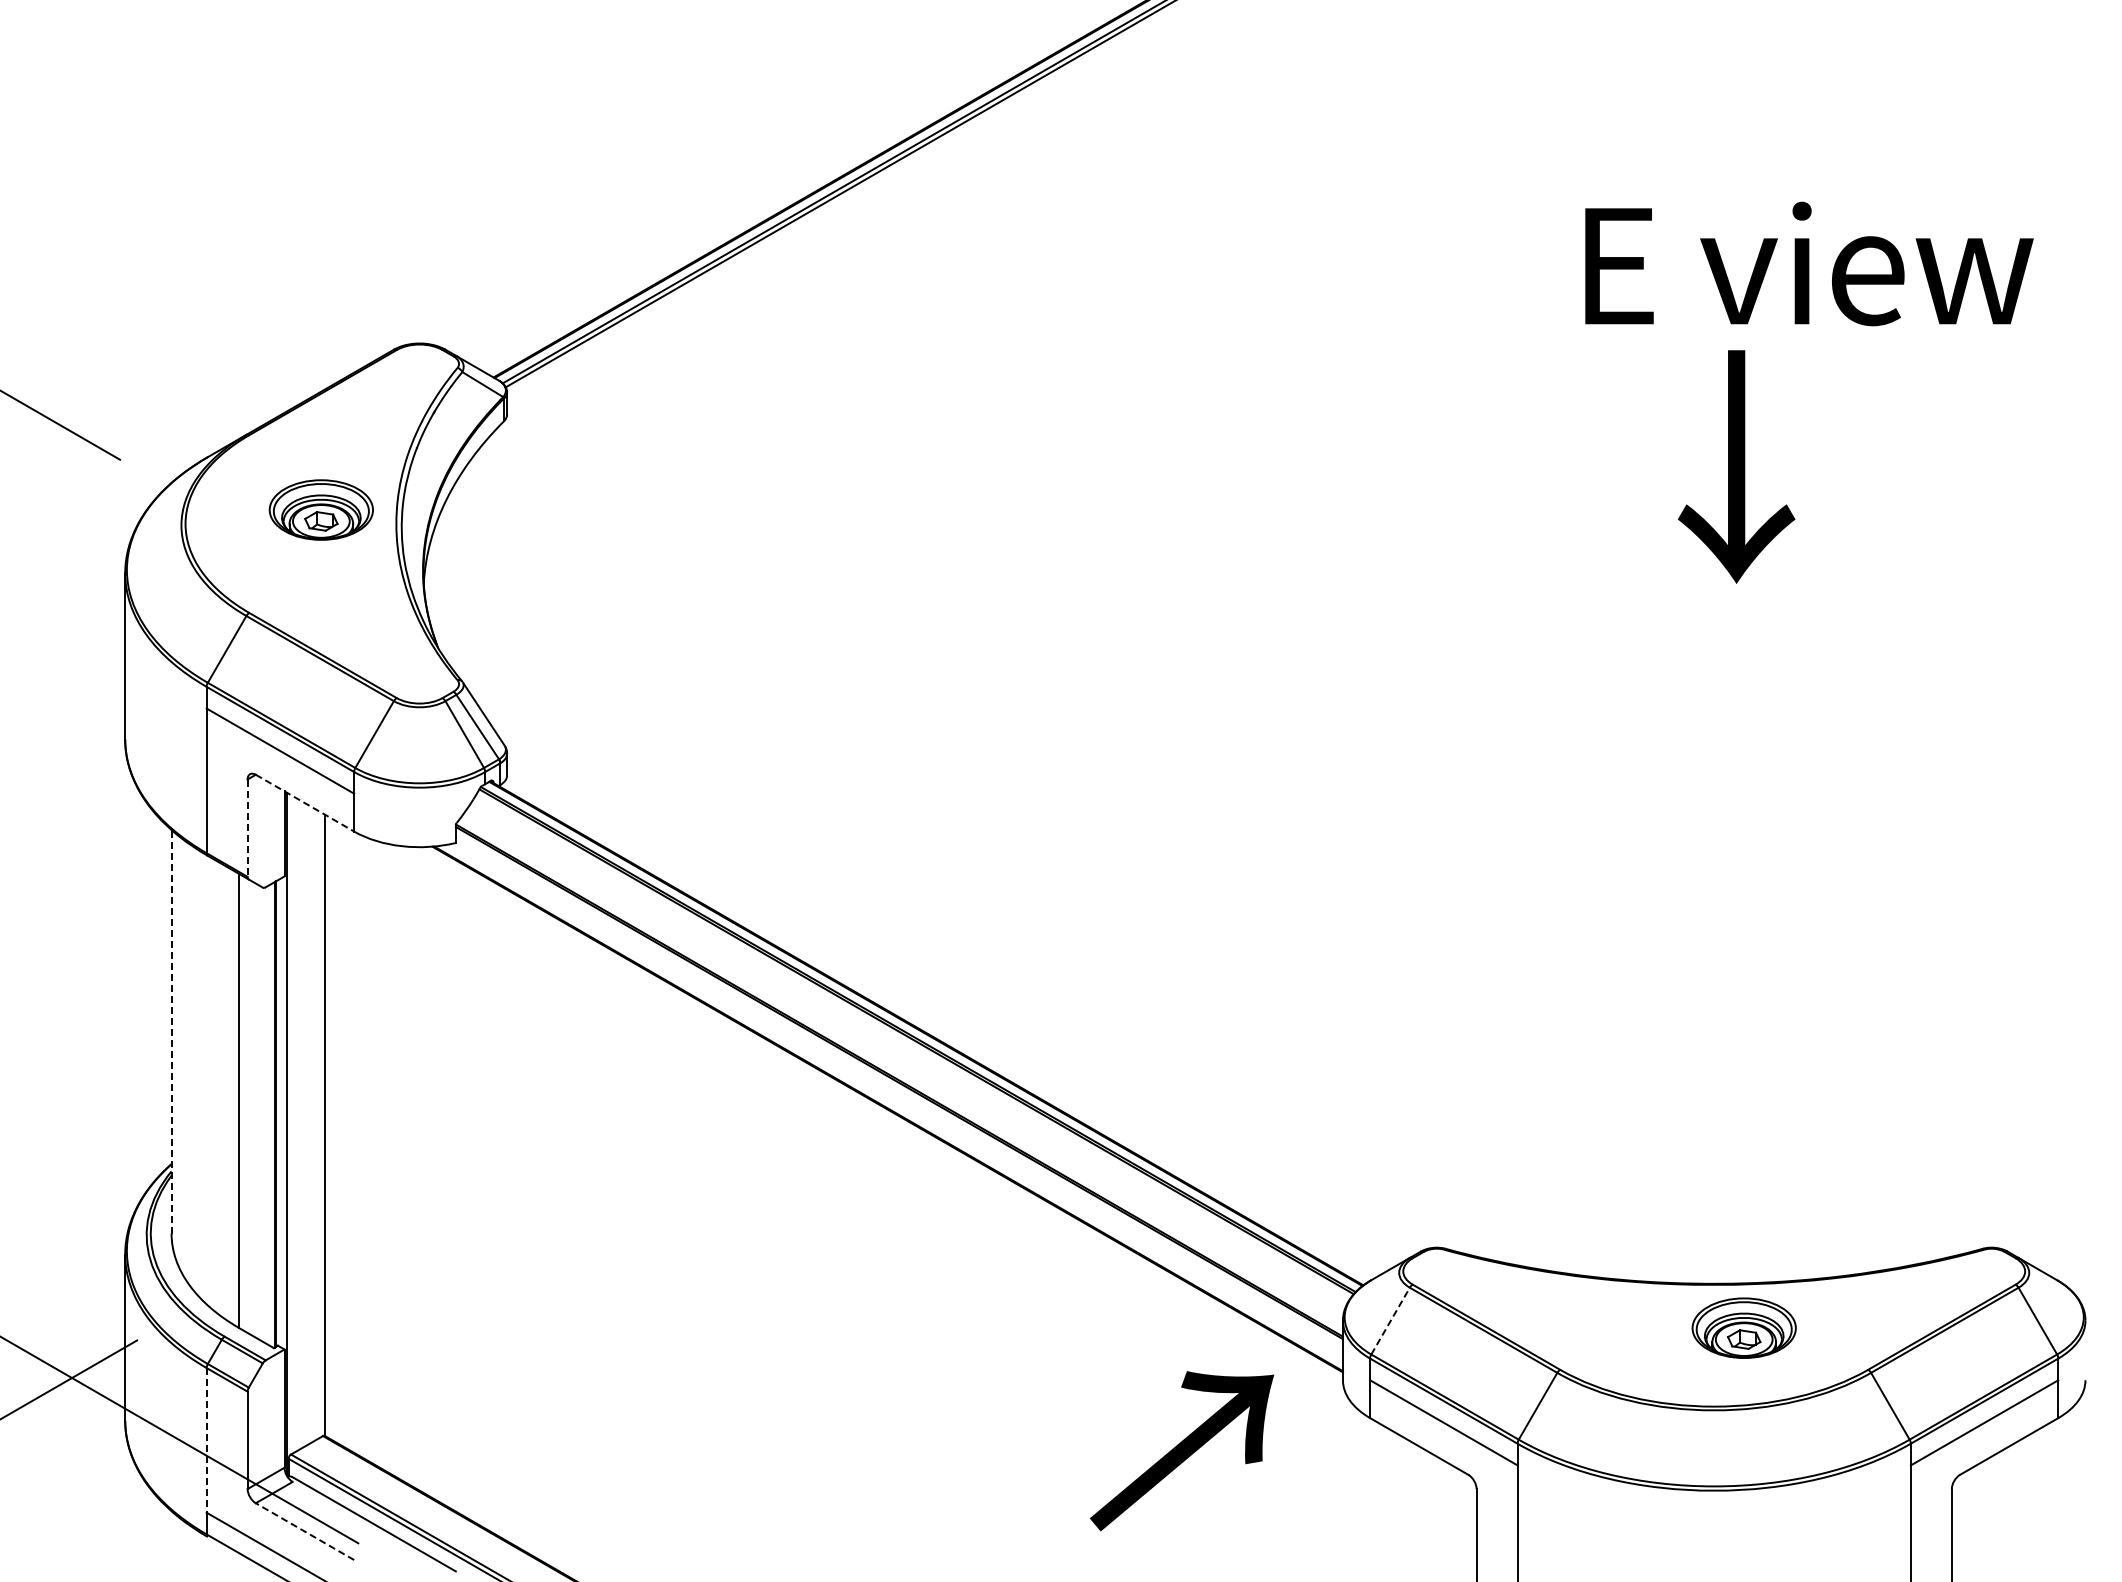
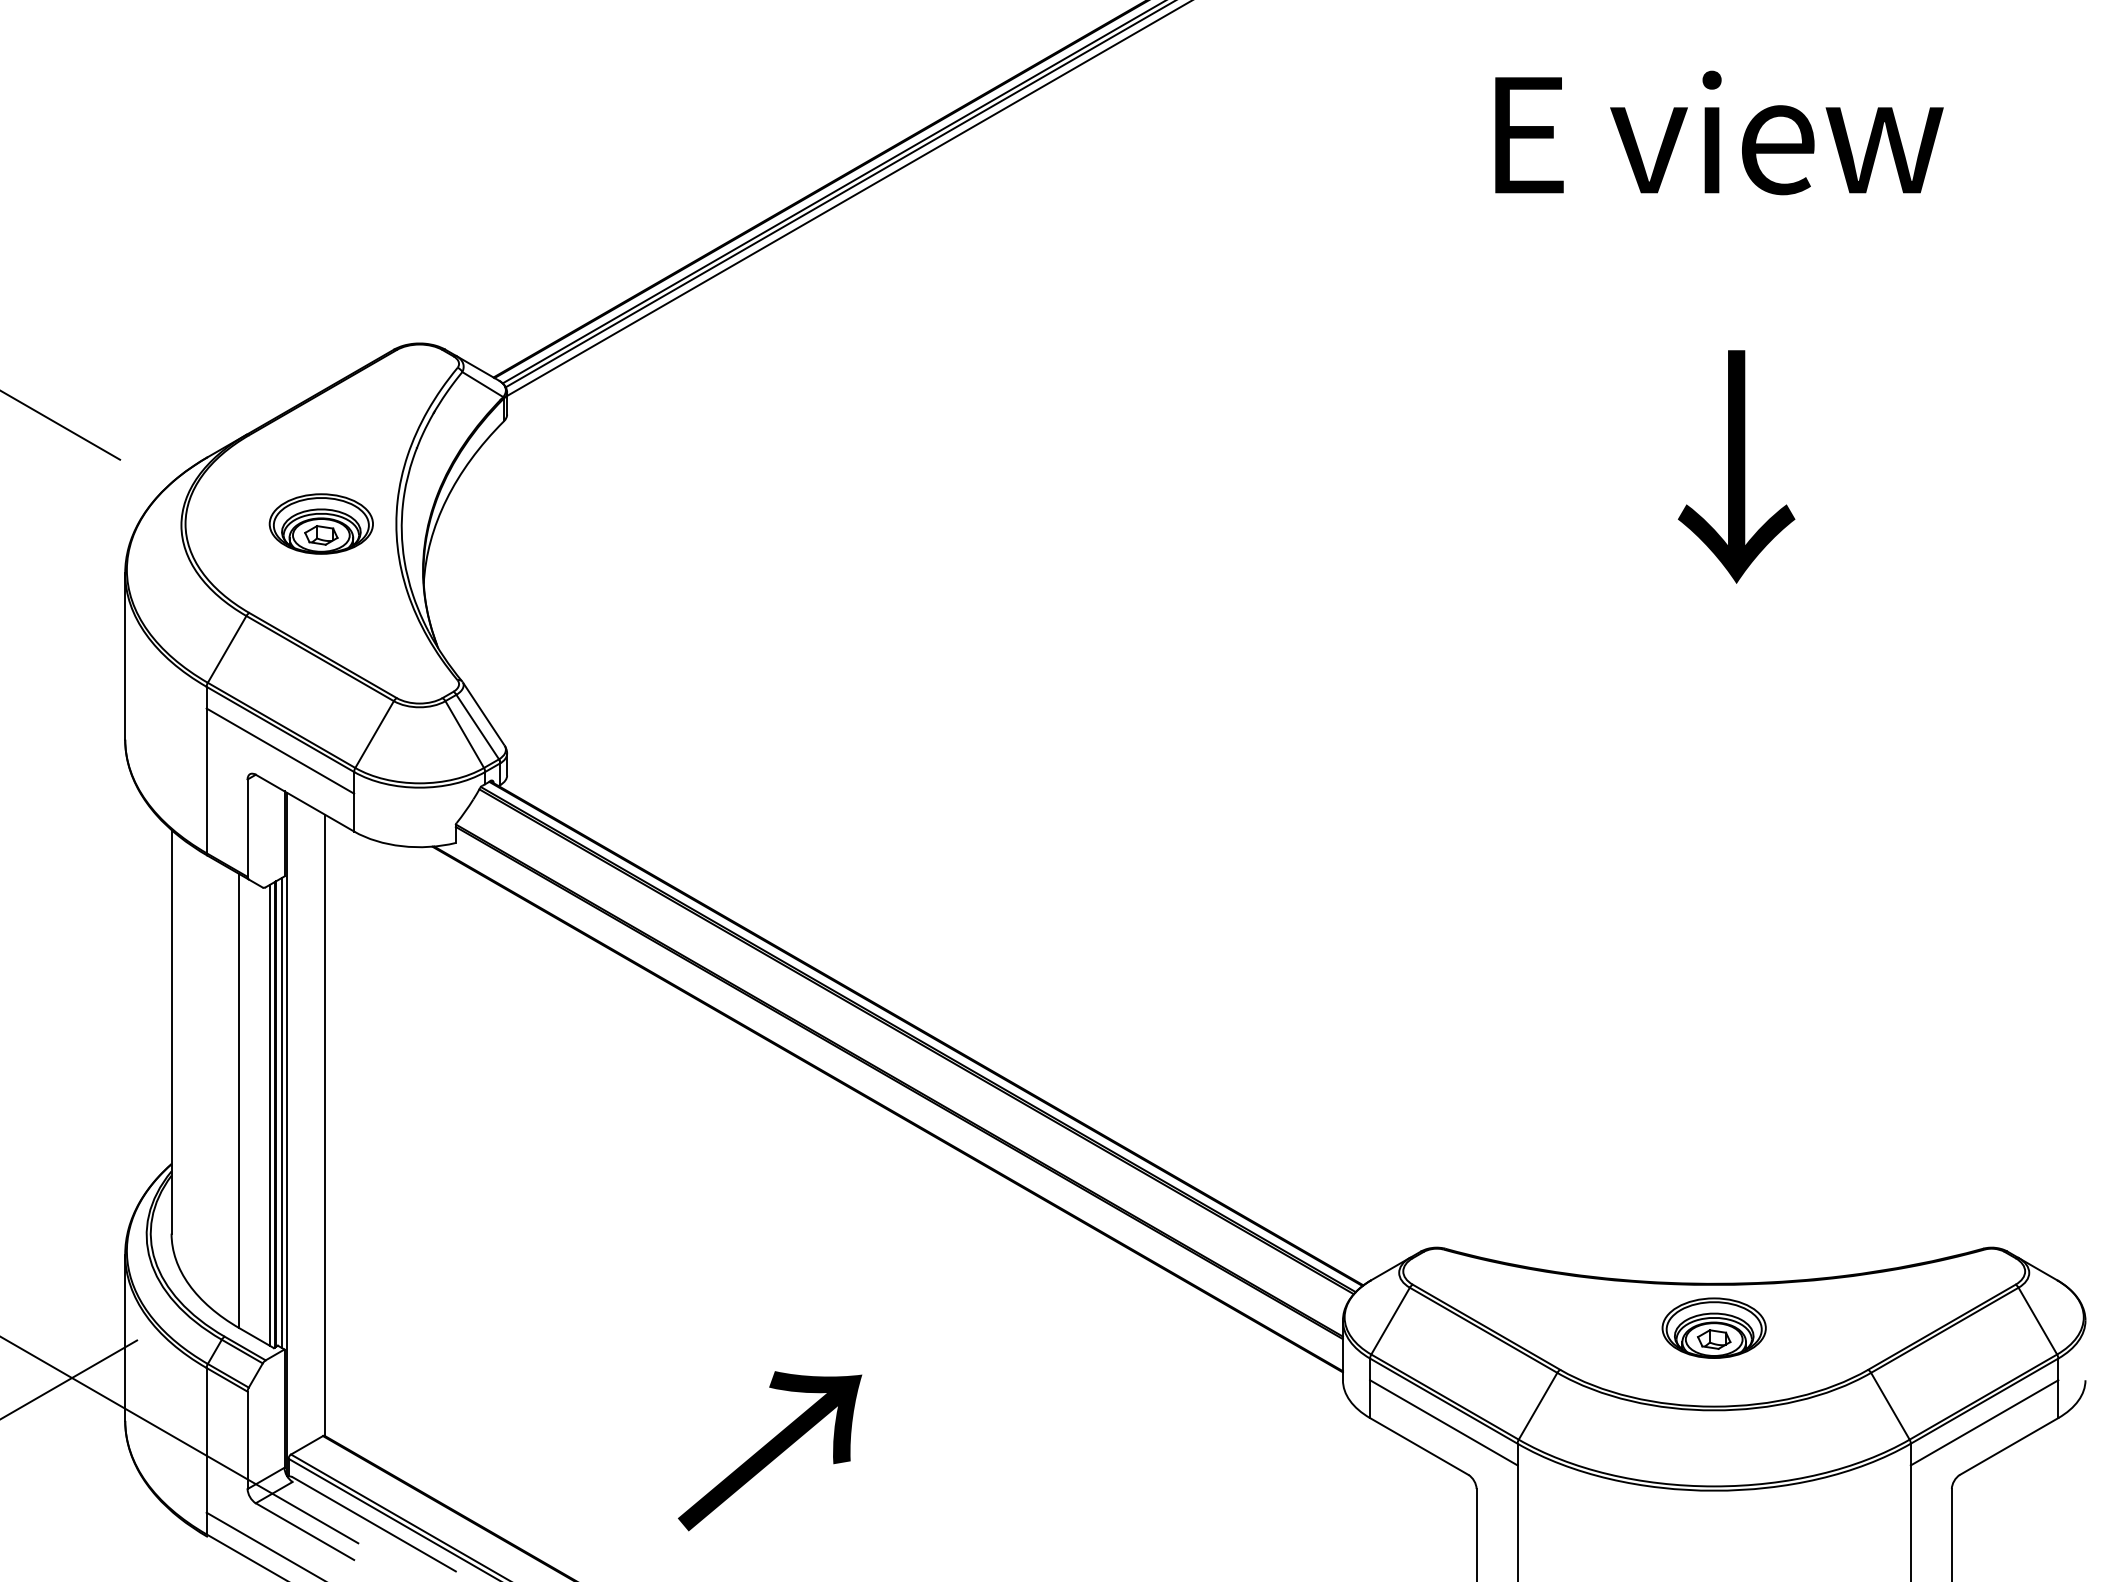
line at (847, 198): none -> present
text at (1809, 263) position: (1809, 263) -> (1719, 132)
part at (320, 509) position: (320, 509) -> (320, 523)
line at (304, 803): dashed -> solid
line at (247, 828): dashed -> solid
line at (171, 1031): dashed -> solid
line at (282, 1112): none -> present
line at (269, 1114): none -> present
line at (1390, 1321): dashed -> solid
part at (1743, 1327) position: (1743, 1327) -> (1713, 1327)
line at (206, 1440): dashed -> solid
text at (1182, 1451) position: (1182, 1451) -> (770, 1451)
line at (304, 1531): dashed -> solid
